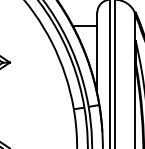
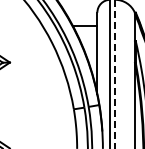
line at (115, 75): solid -> dashed
